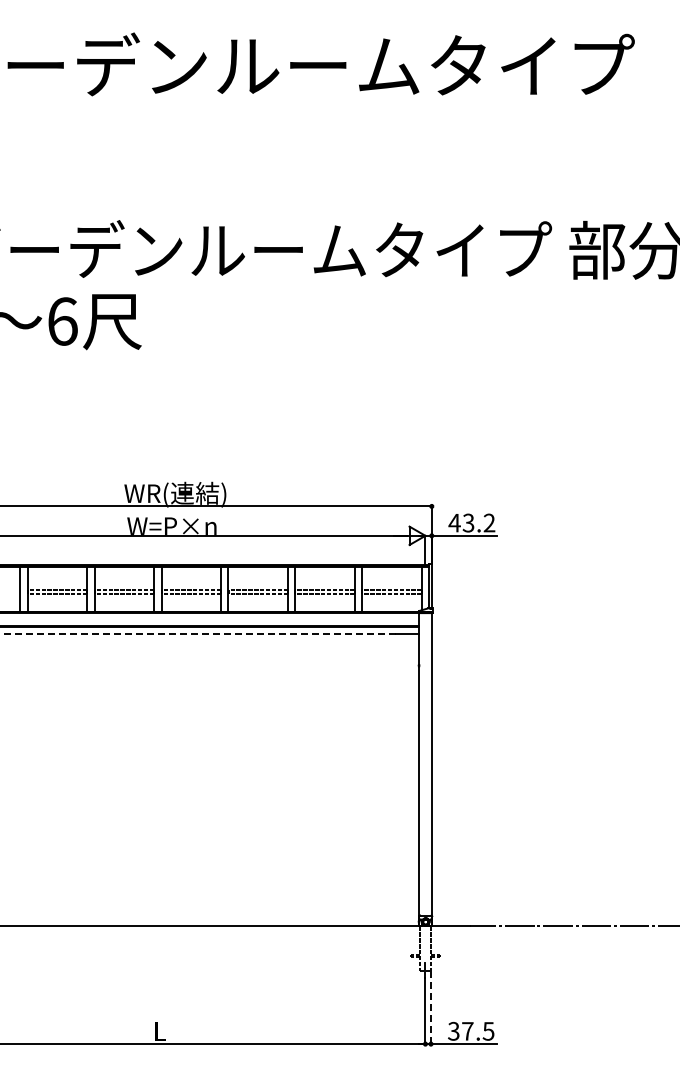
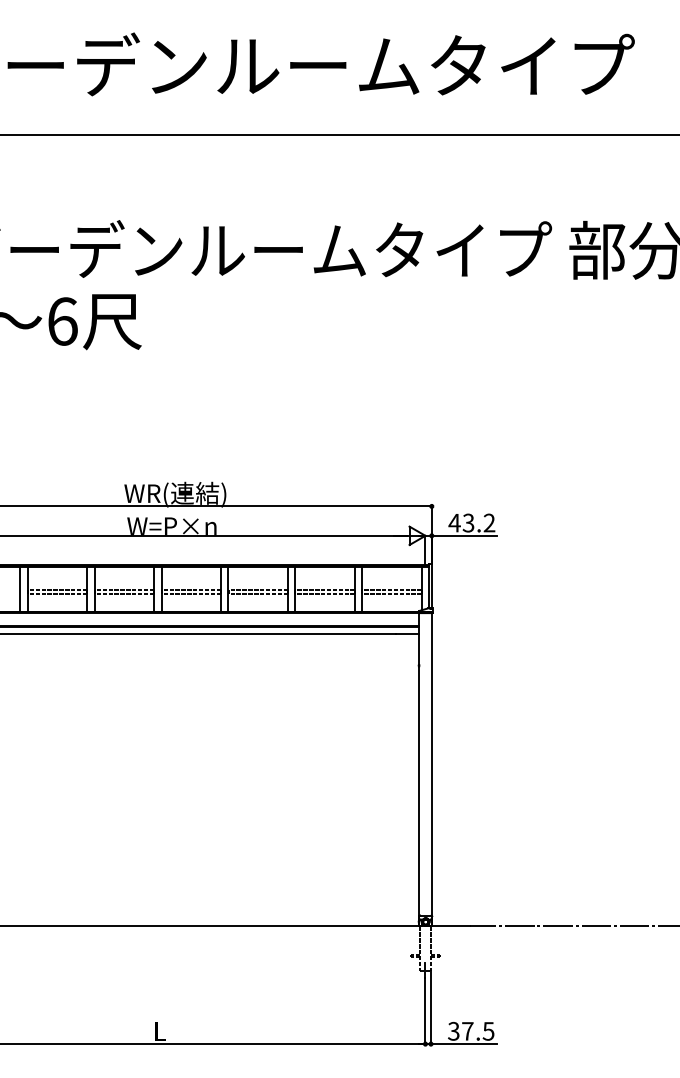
line at (339, 134): none -> present
line at (198, 634): dashed -> solid
line at (430, 1007): dashed -> solid
